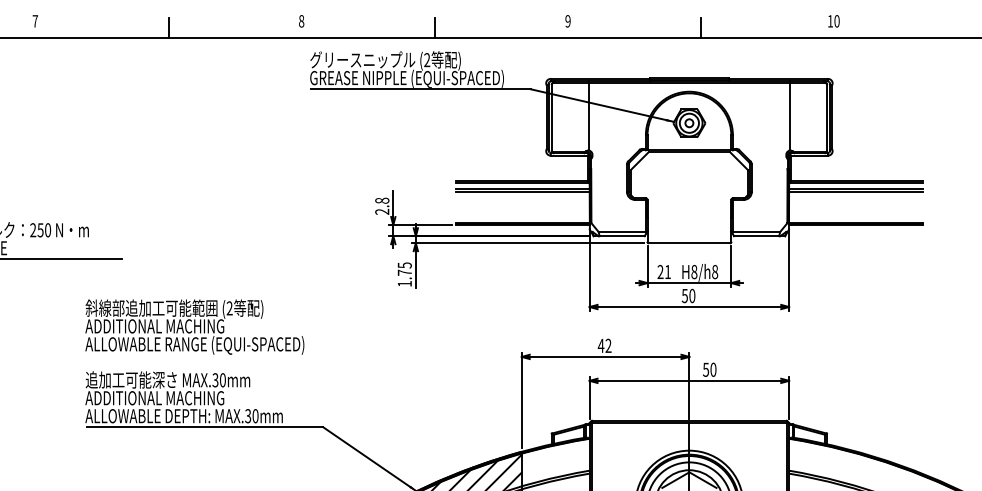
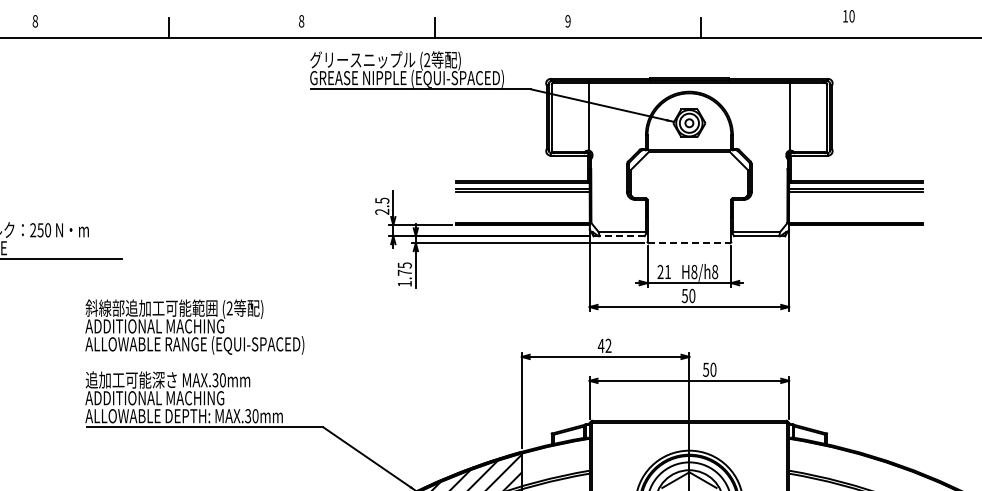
text at (35, 21): 7 -> 8
text at (833, 21) position: (833, 21) -> (848, 16)
text at (382, 200): 2.8 -> 2.5
line at (622, 236): solid -> dashed
line at (689, 243): solid -> dashed
